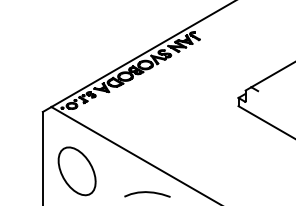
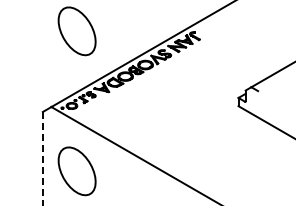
part at (76, 31): none -> present
line at (42, 158): solid -> dashed
curve at (147, 193): present -> none
